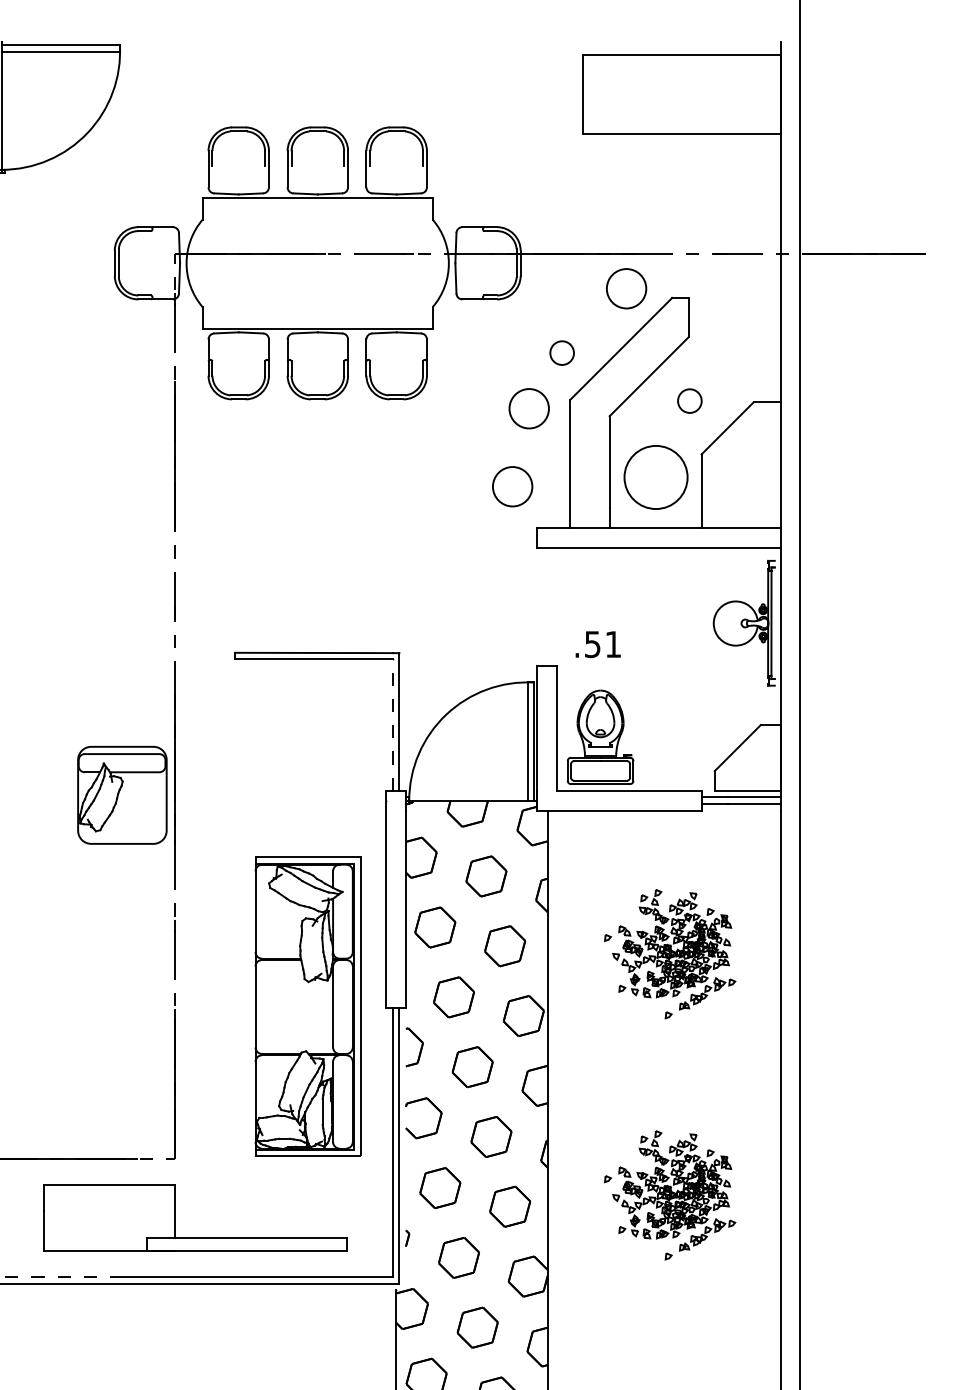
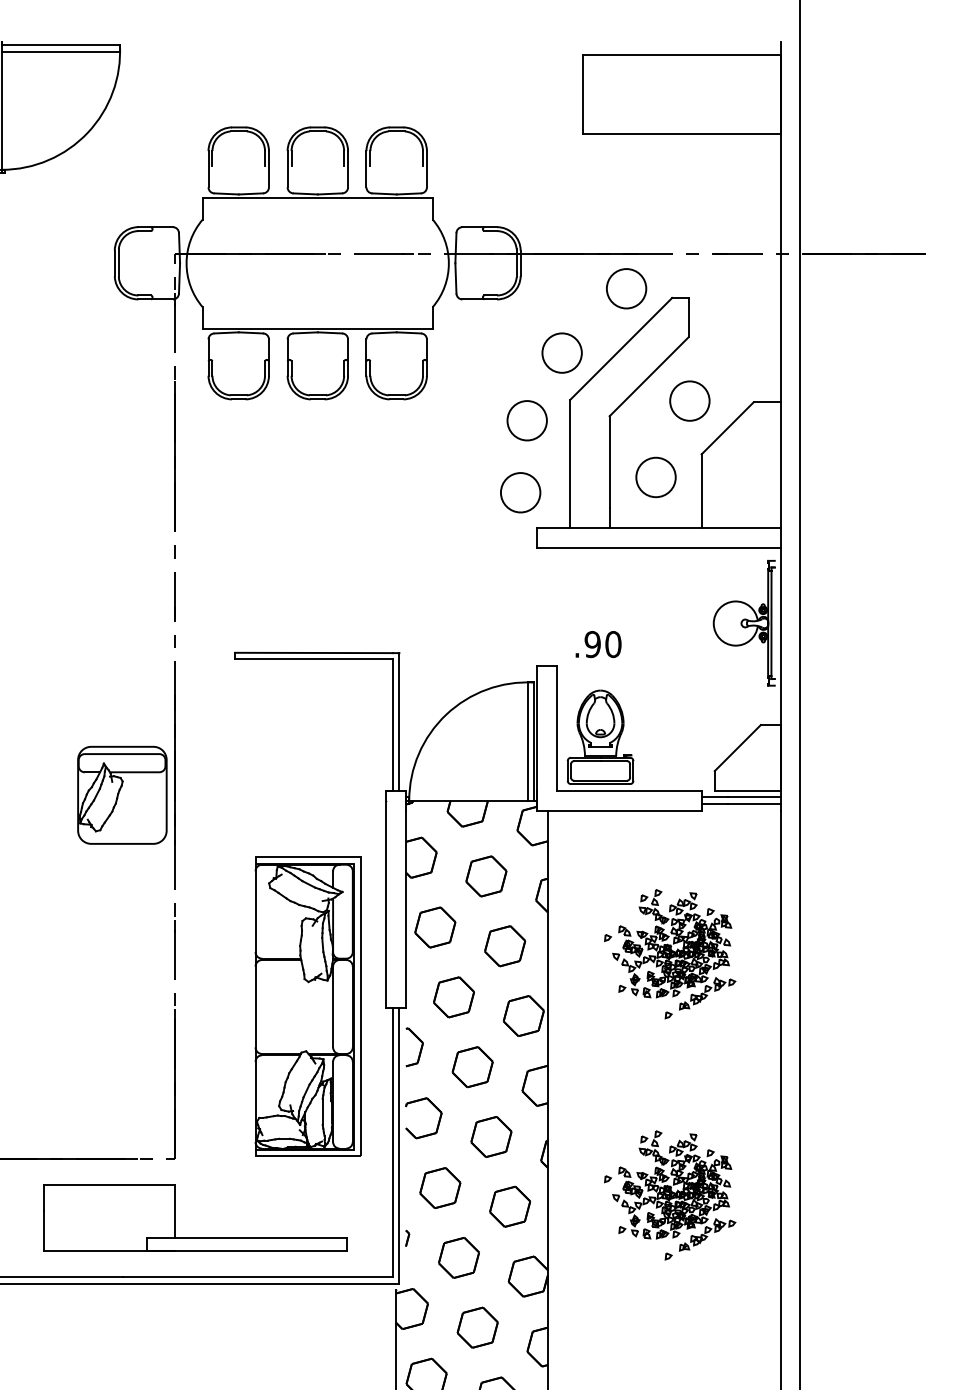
circle at (561, 352) diameter: 24 px -> 39 px
circle at (689, 400) diameter: 24 px -> 39 px
circle at (528, 408) position: (528, 408) -> (526, 420)
circle at (655, 477) diameter: 63 px -> 39 px
circle at (512, 486) position: (512, 486) -> (520, 492)
text at (602, 644): .51 -> .90
line at (392, 725): dashed -> solid
line at (61, 1277): dashed -> solid
